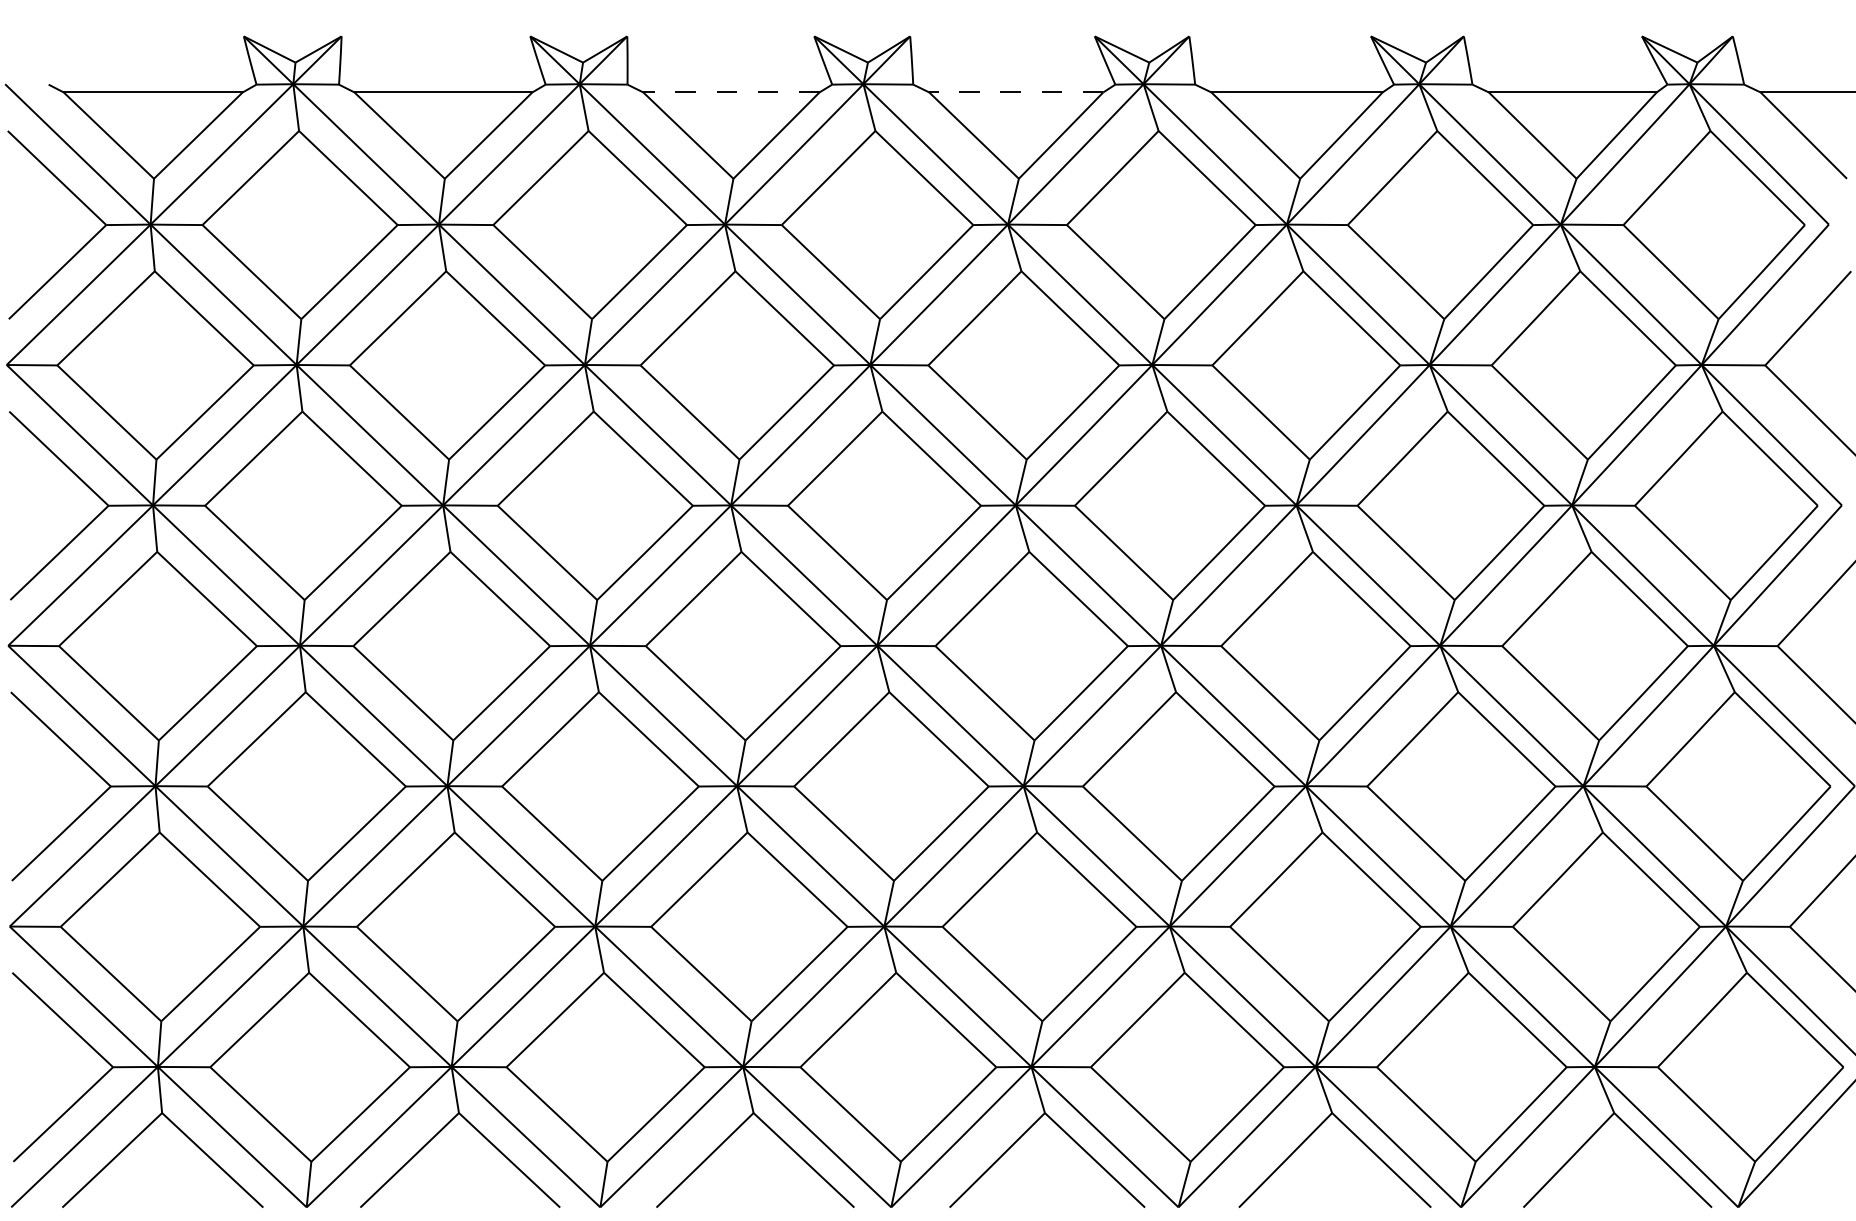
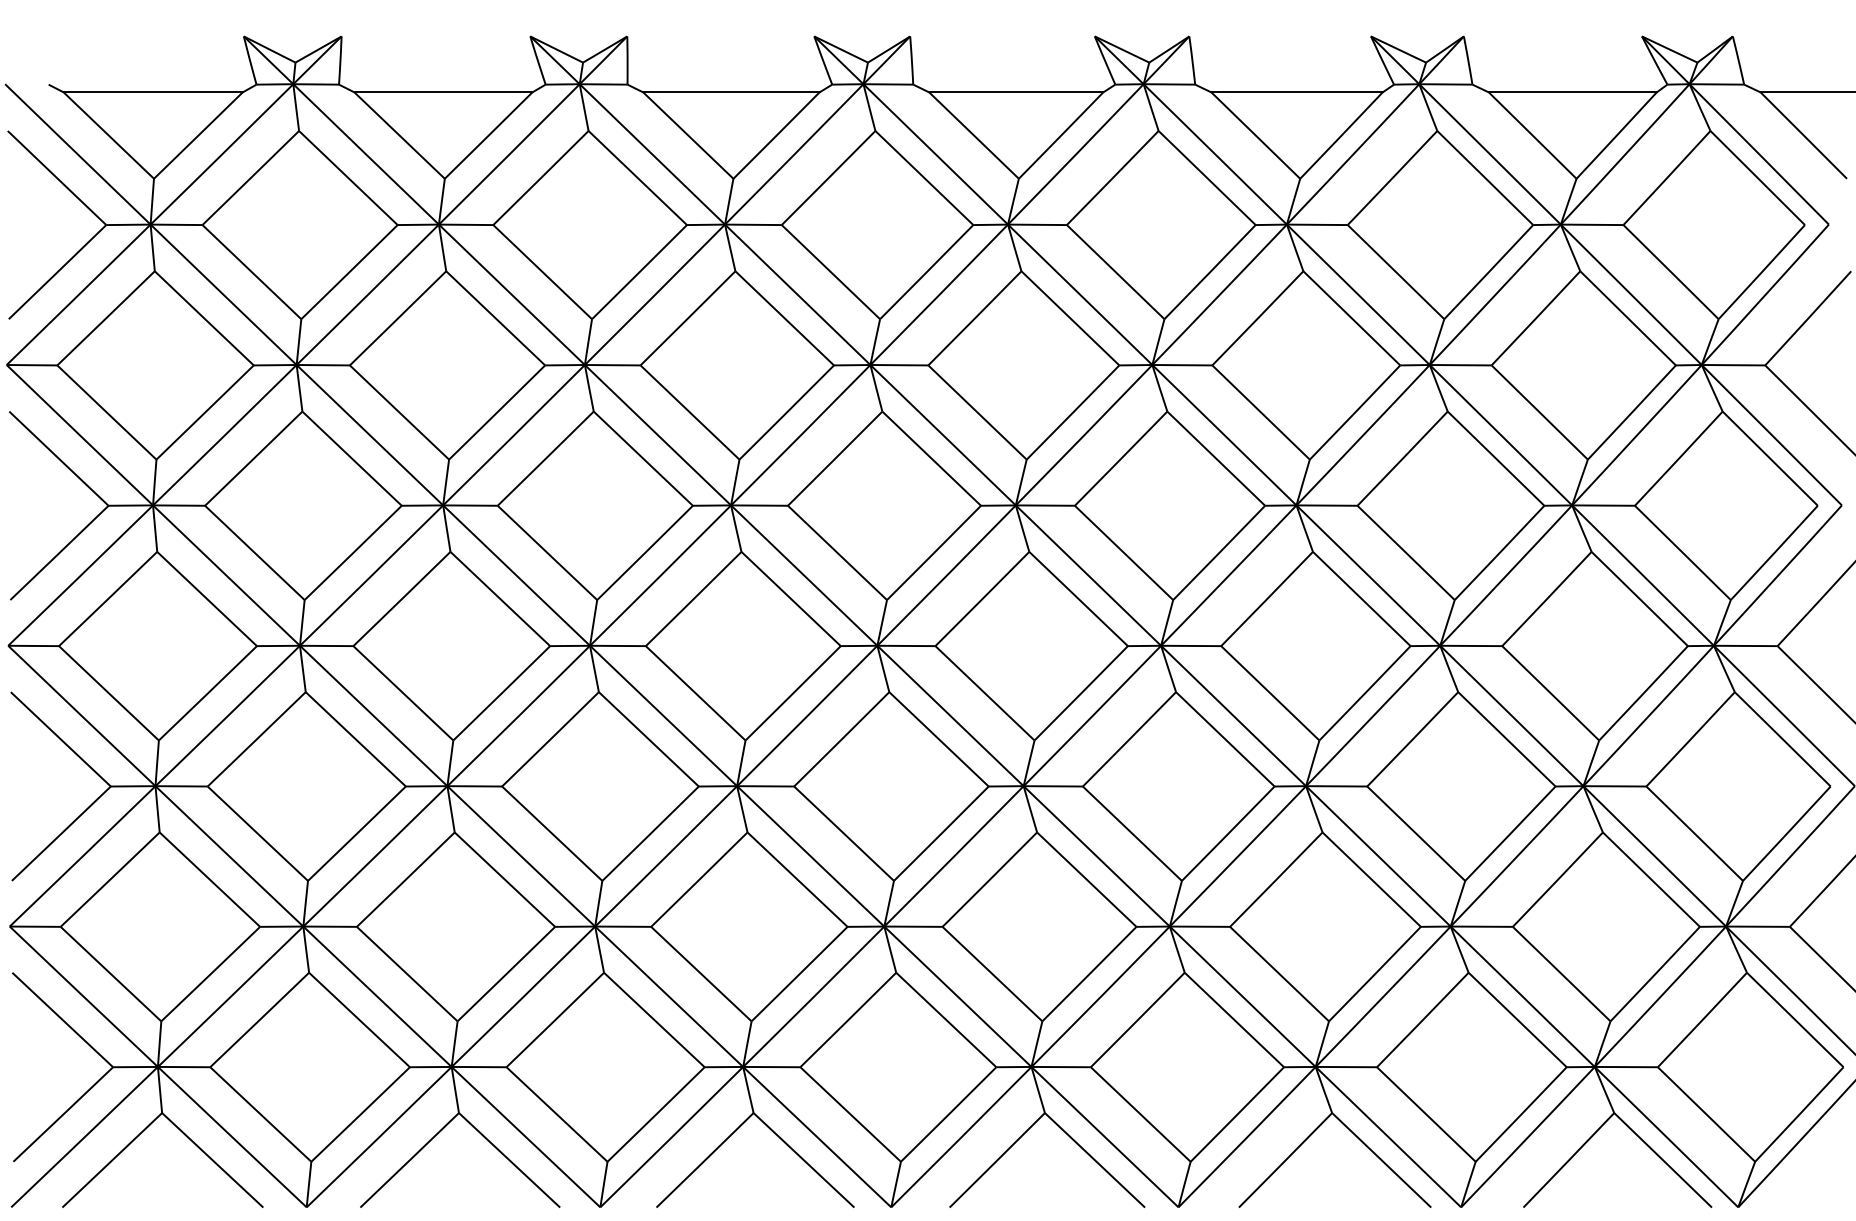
line at (730, 92): dashed -> solid
line at (1016, 92): dashed -> solid
